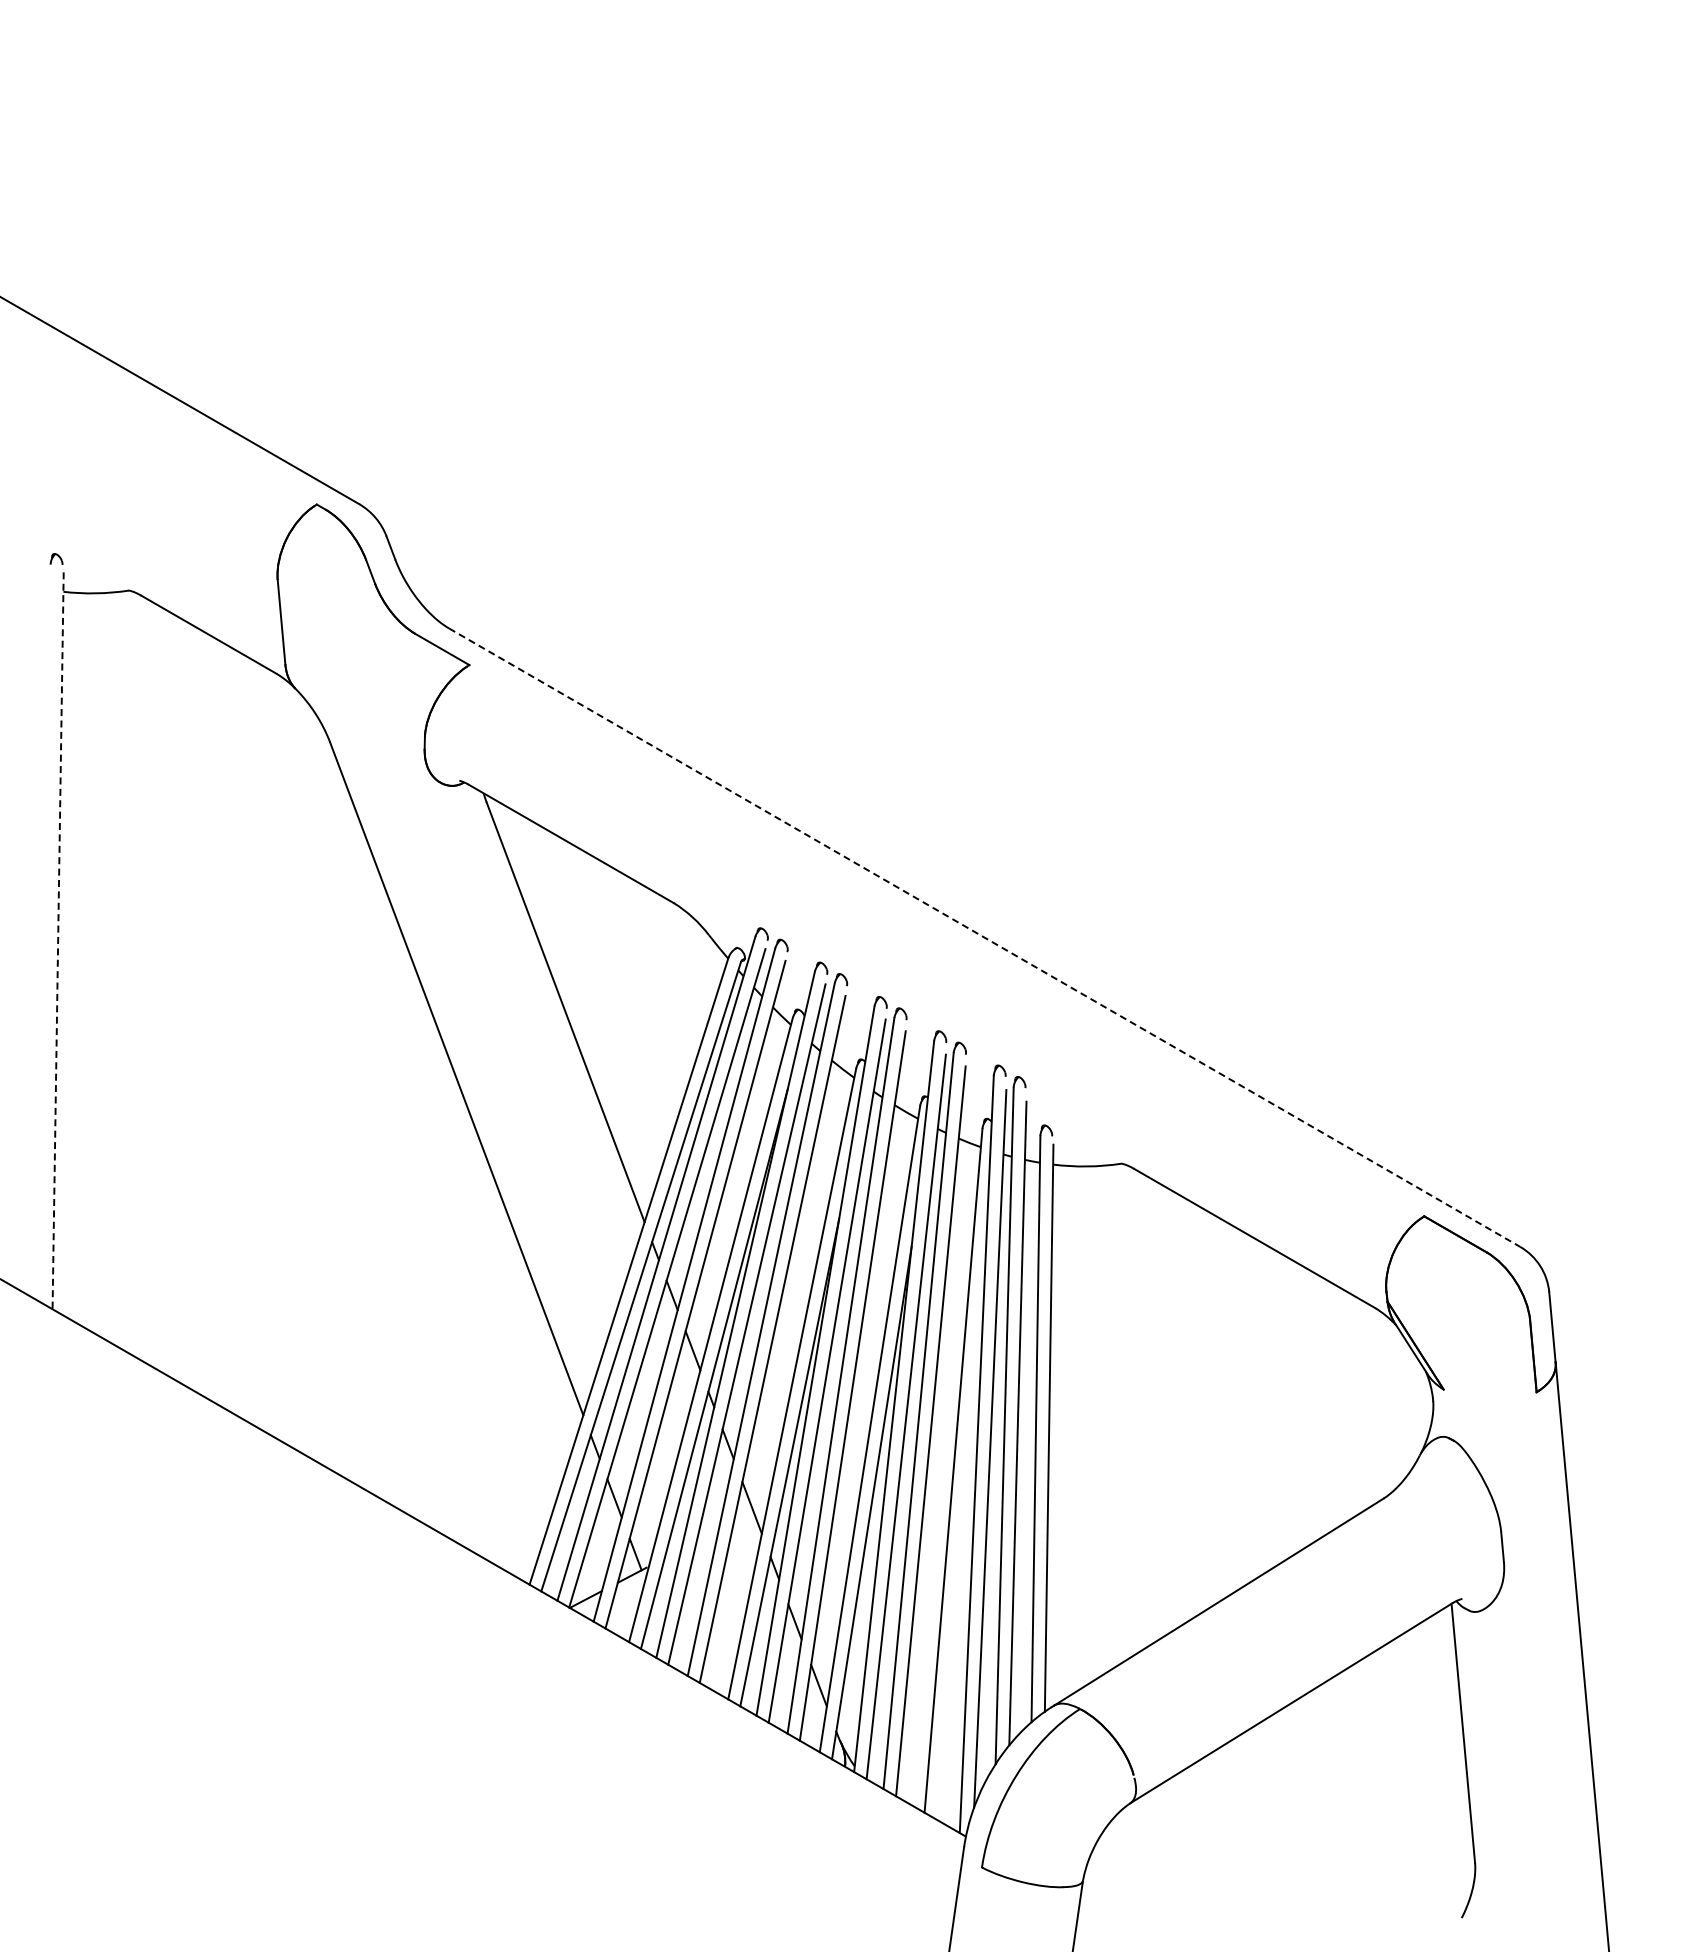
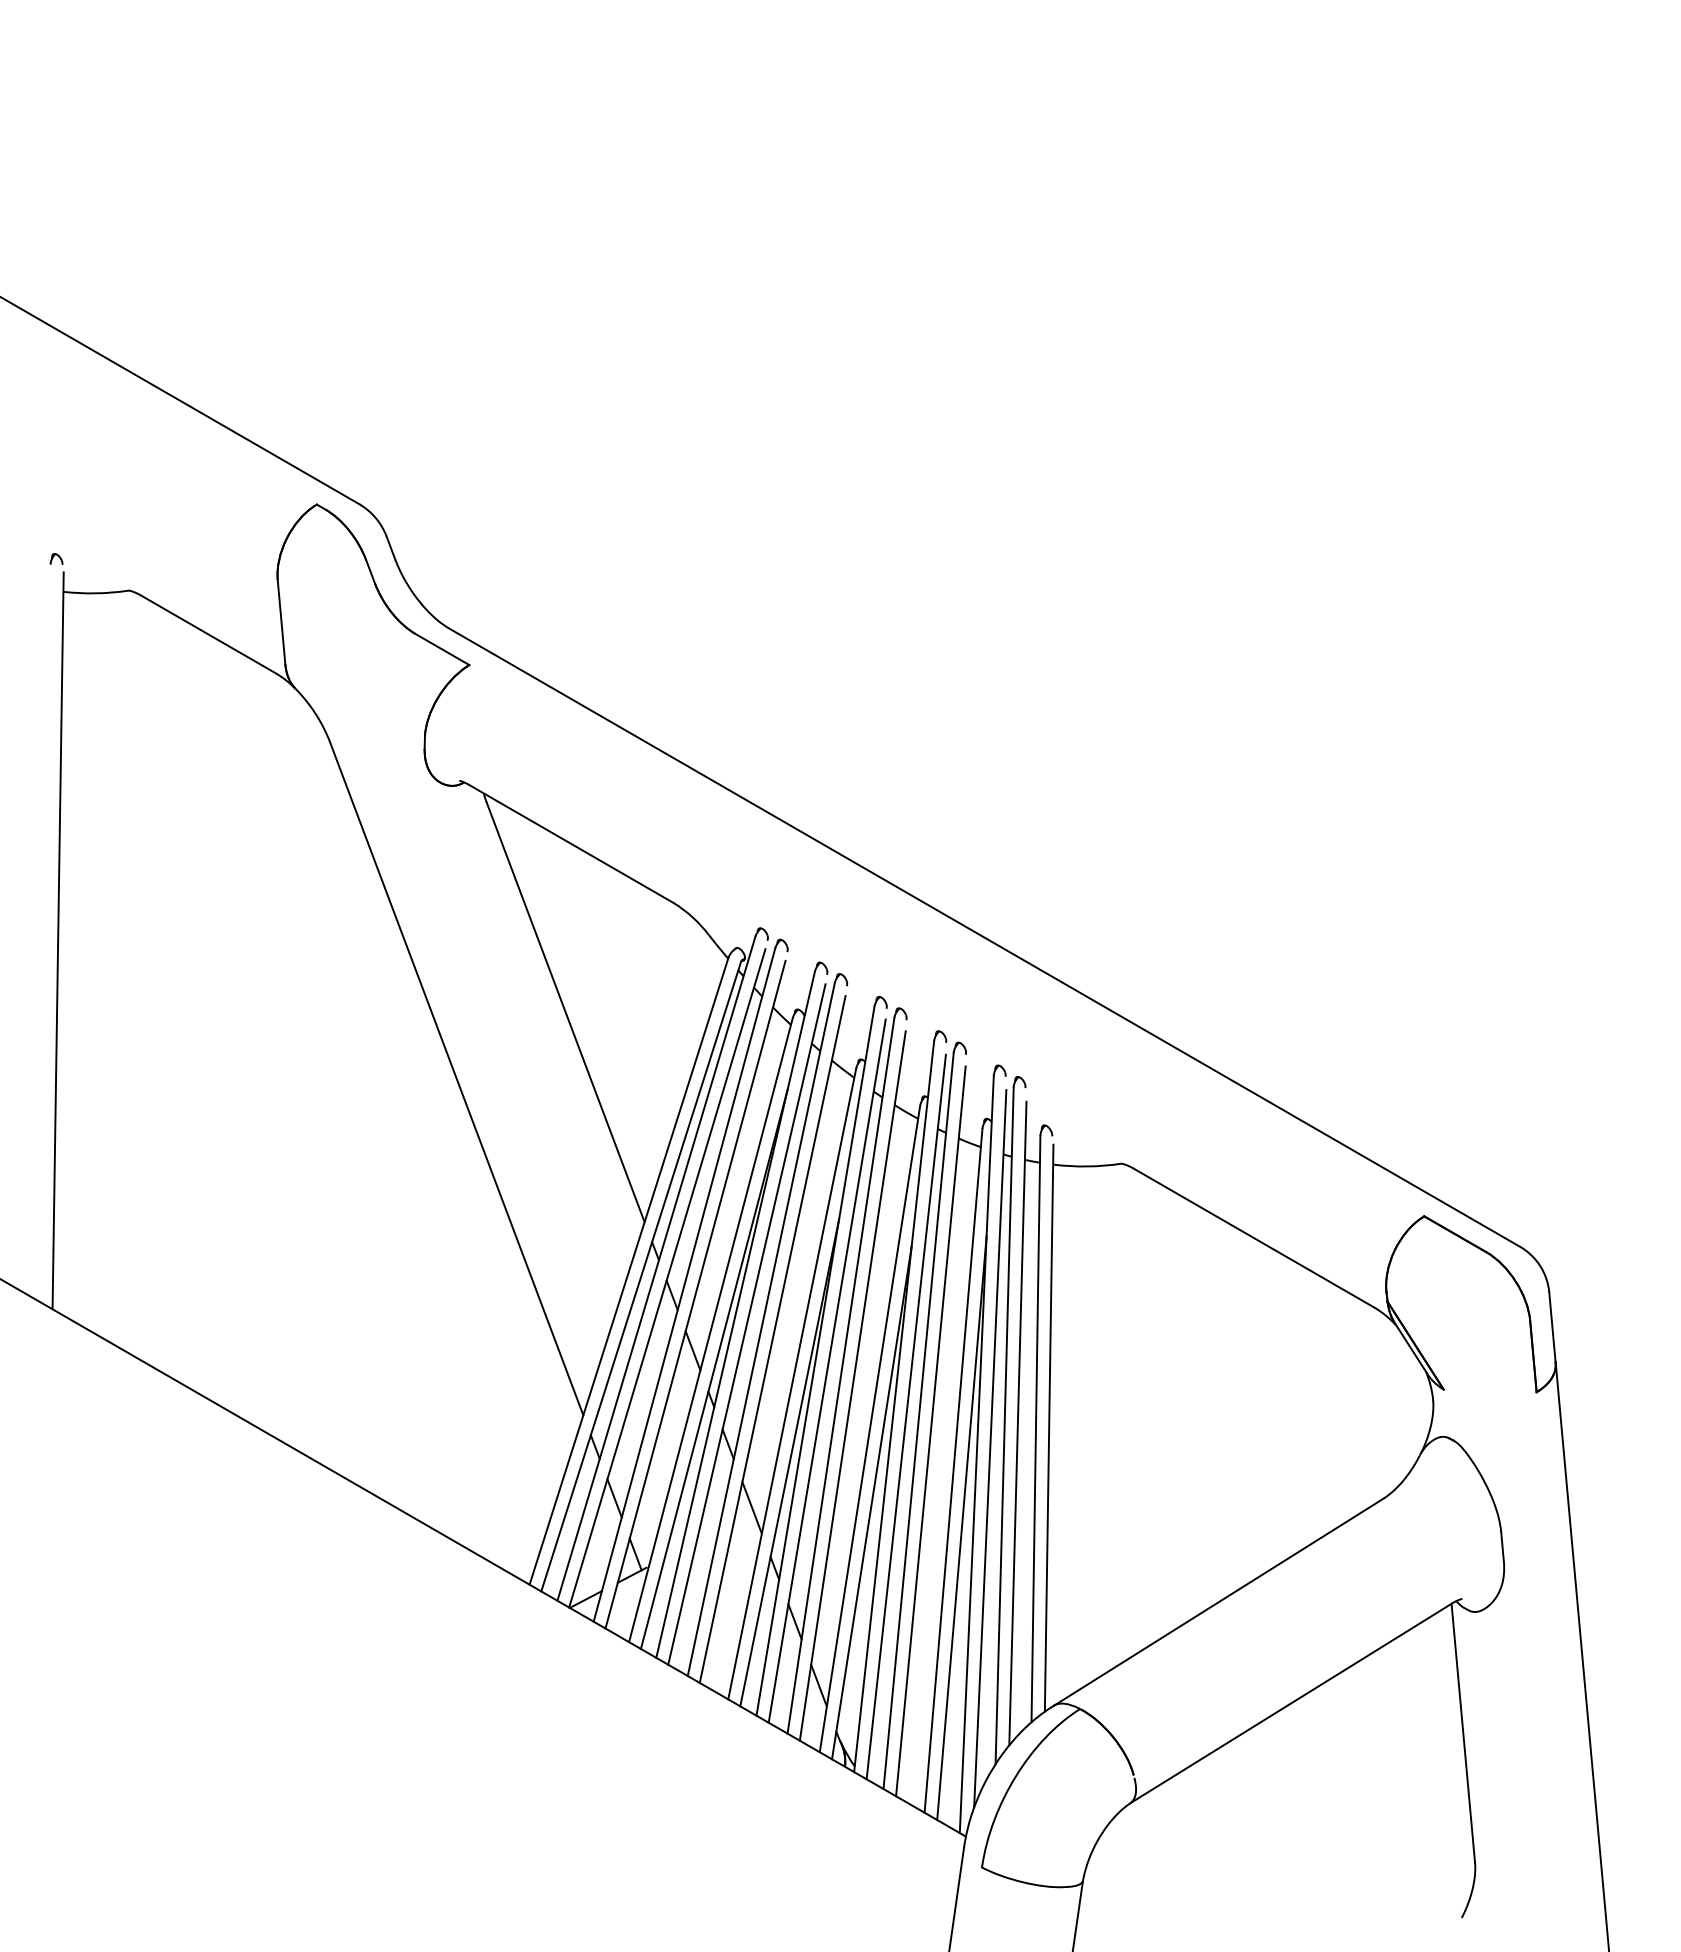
line at (985, 937): dashed -> solid
line at (58, 941): dashed -> solid
line at (961, 1528): none -> present
